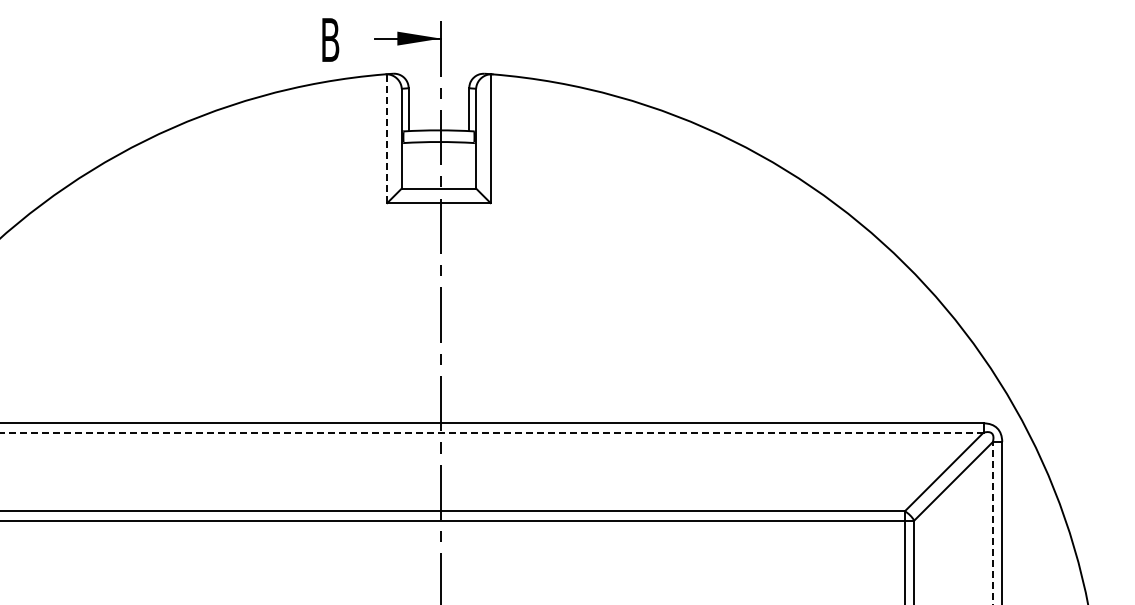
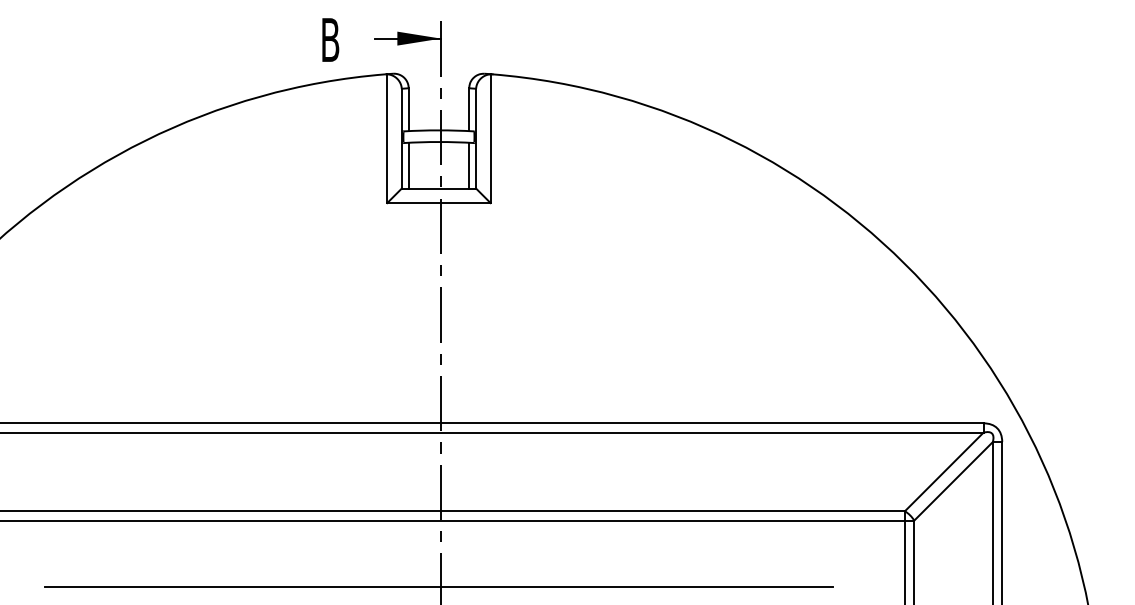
line at (387, 138): dashed -> solid
line at (408, 165): none -> present
line at (469, 165): none -> present
line at (491, 432): dashed -> solid
line at (992, 522): dashed -> solid
line at (438, 586): none -> present
